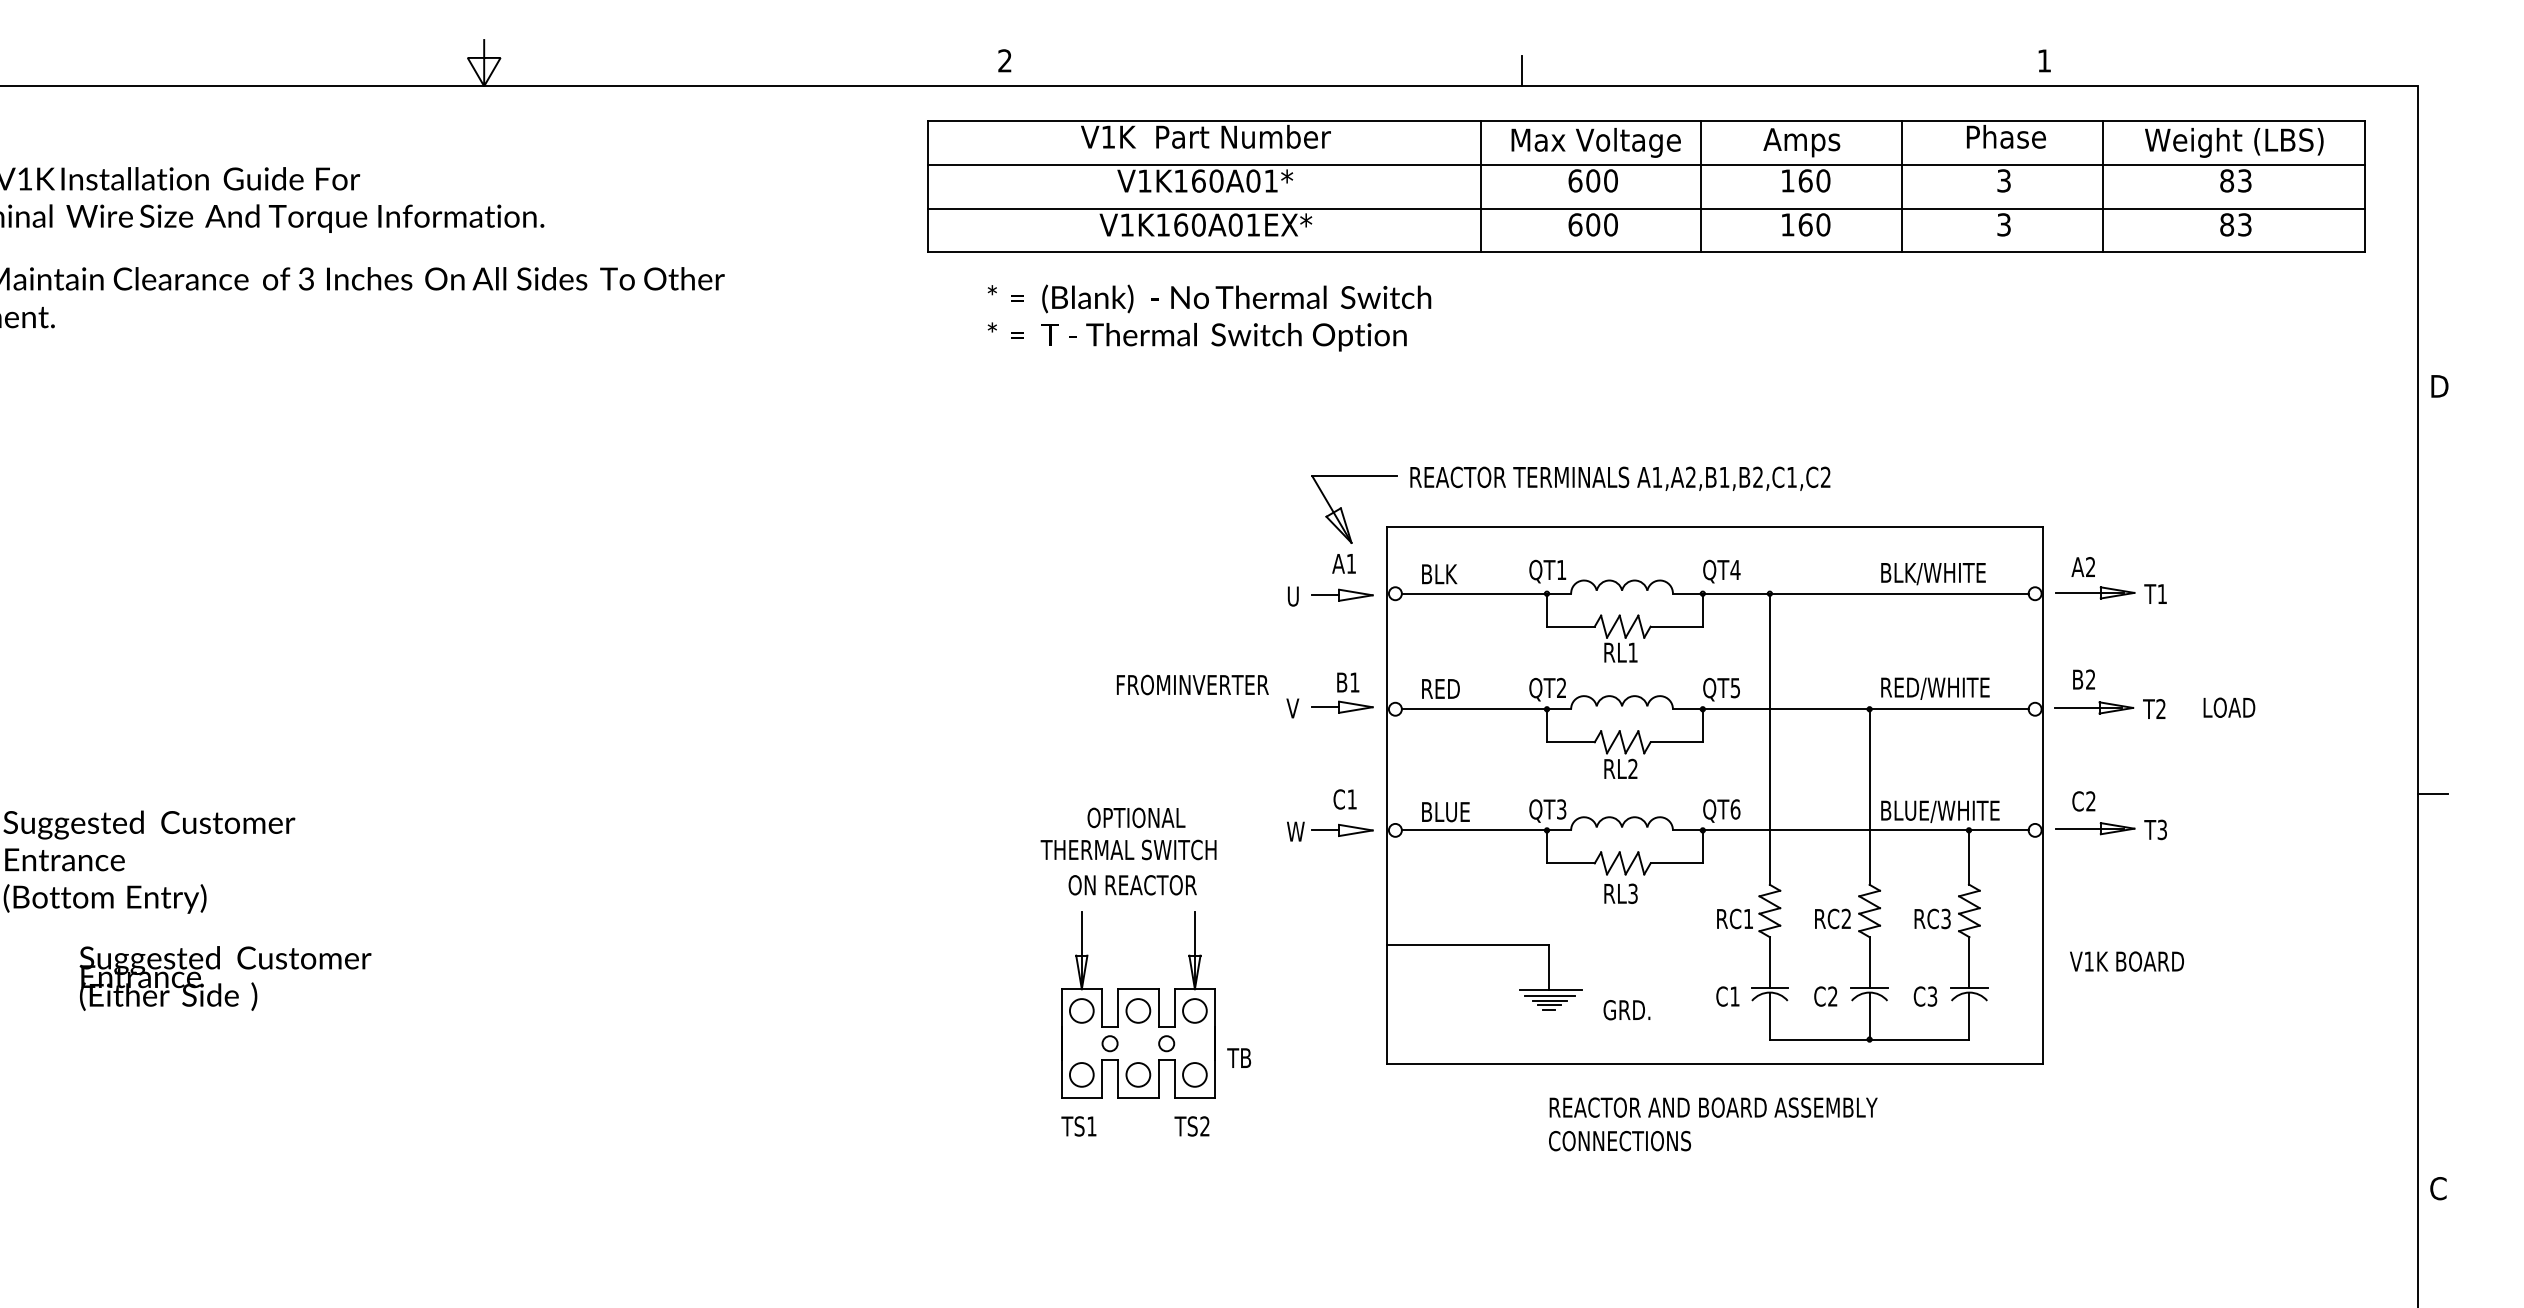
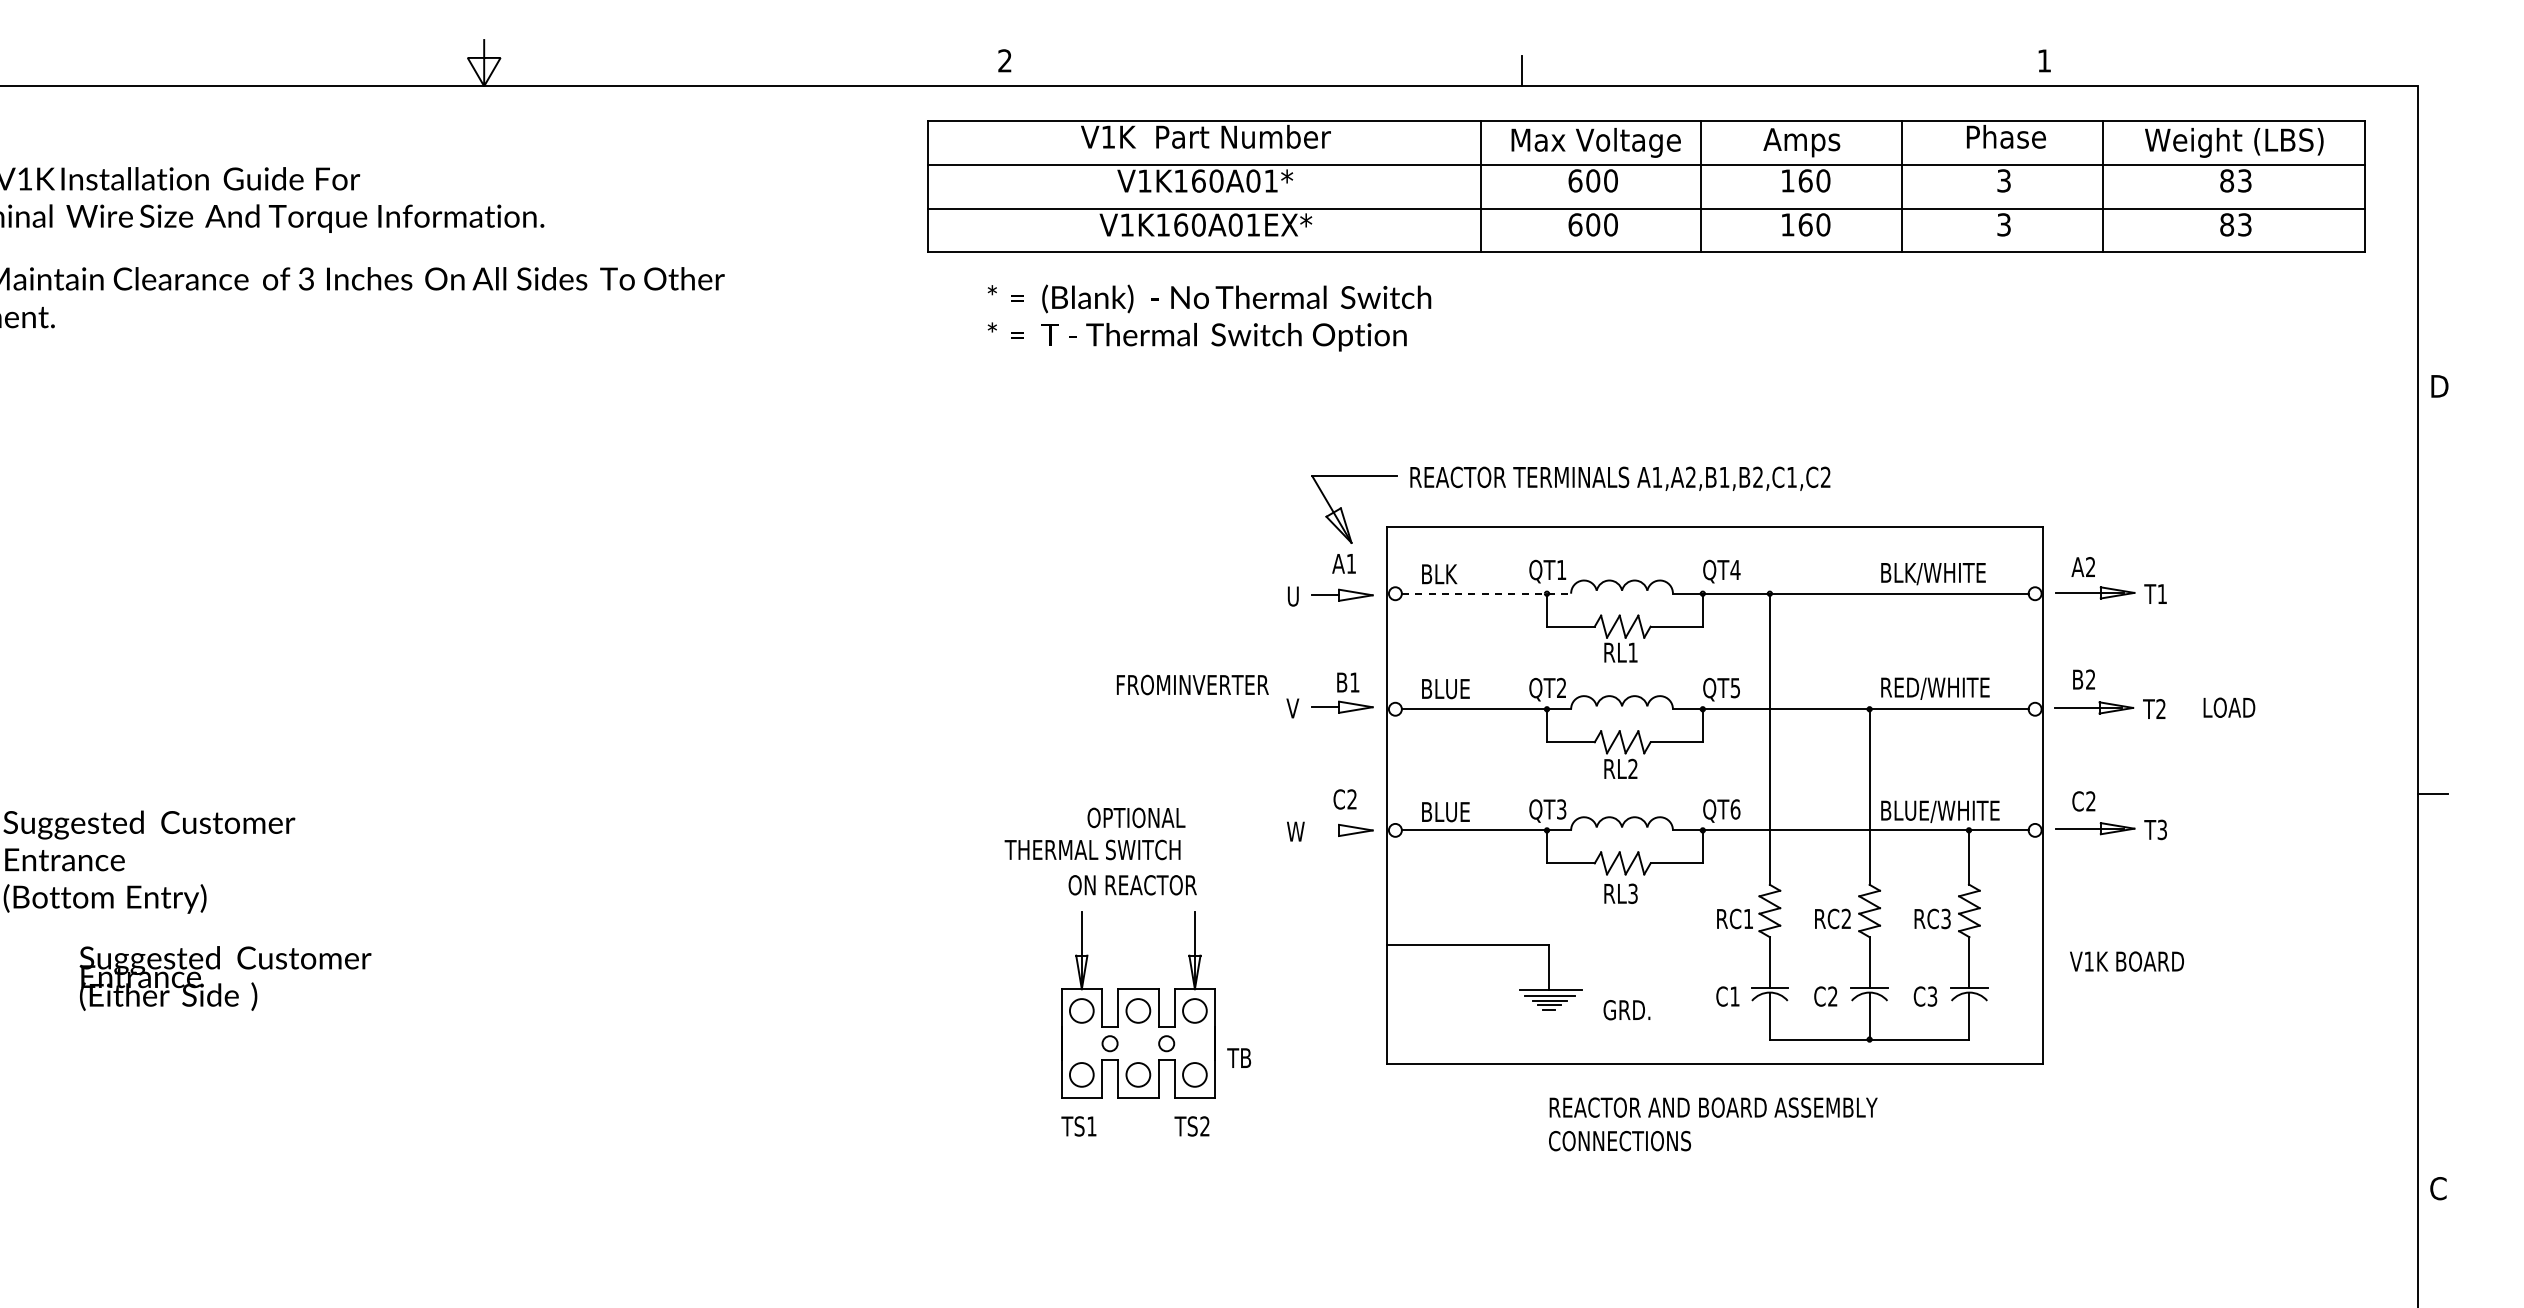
line at (1486, 593): solid -> dashed
text at (1446, 689): RED -> BLUE
text at (1351, 799): C1 -> C2
line at (1325, 830): present -> none
text at (1128, 849) position: (1128, 849) -> (1092, 849)
